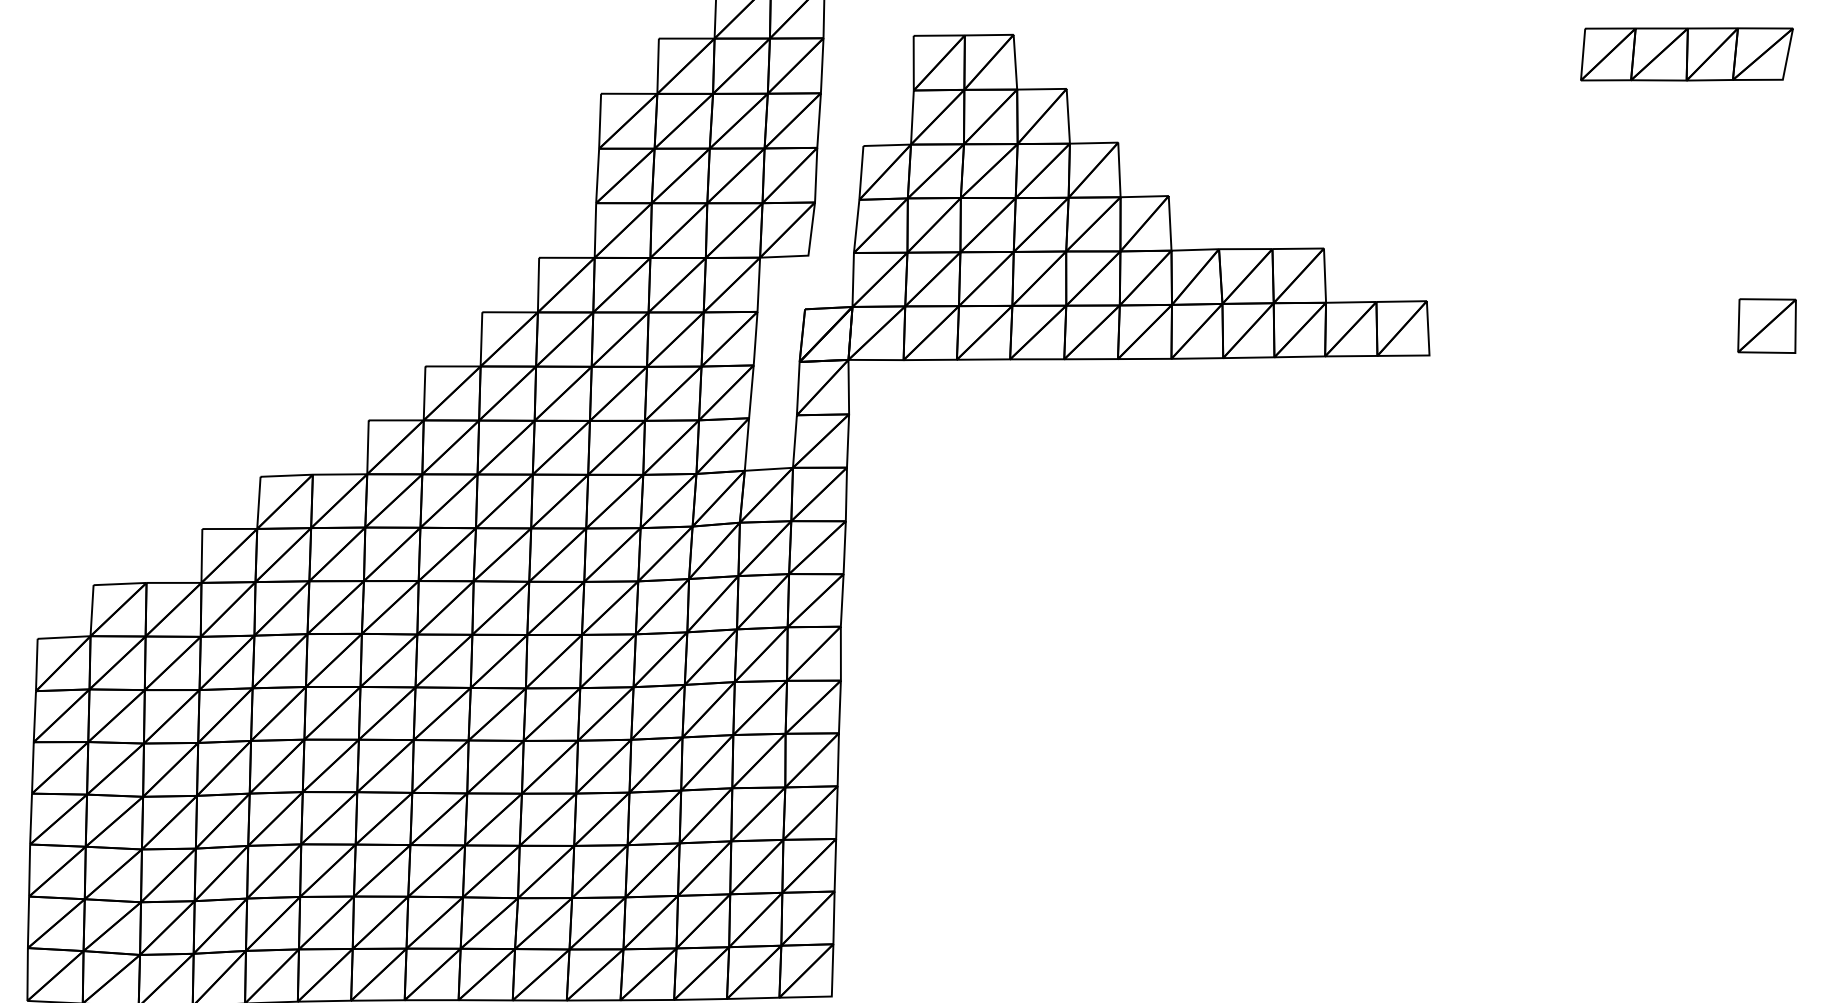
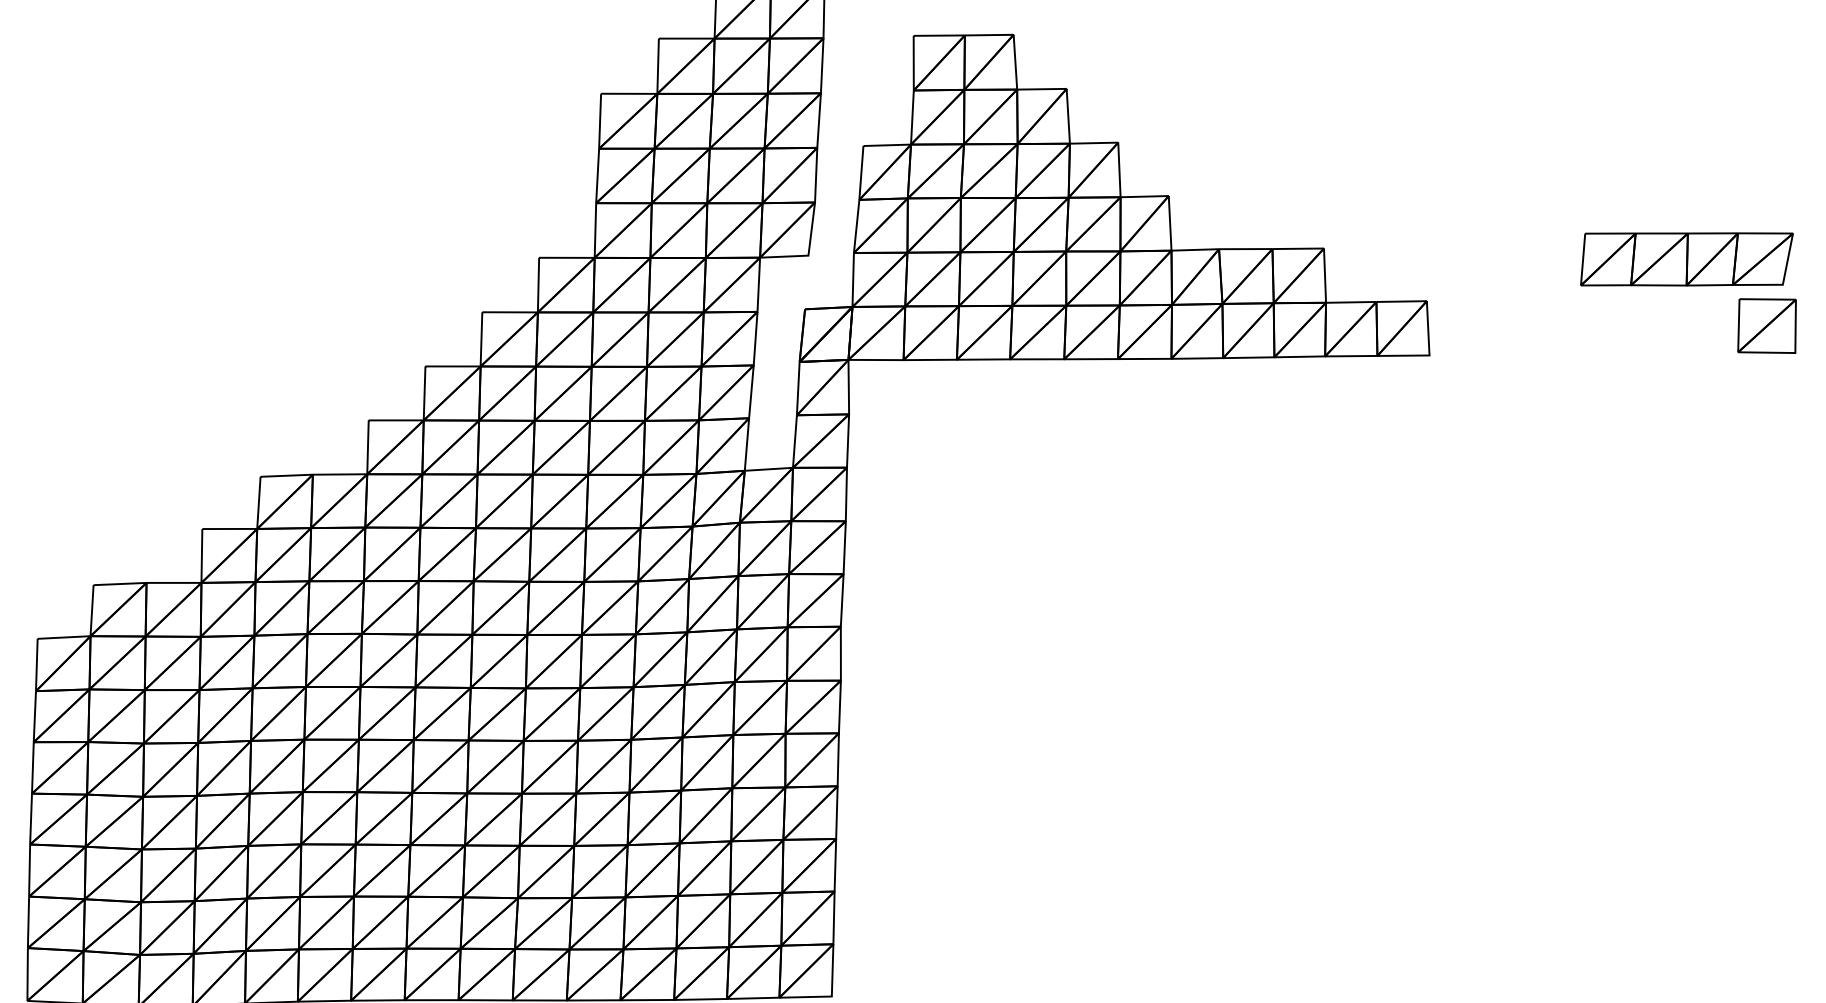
part at (1686, 54) position: (1686, 54) -> (1686, 259)
